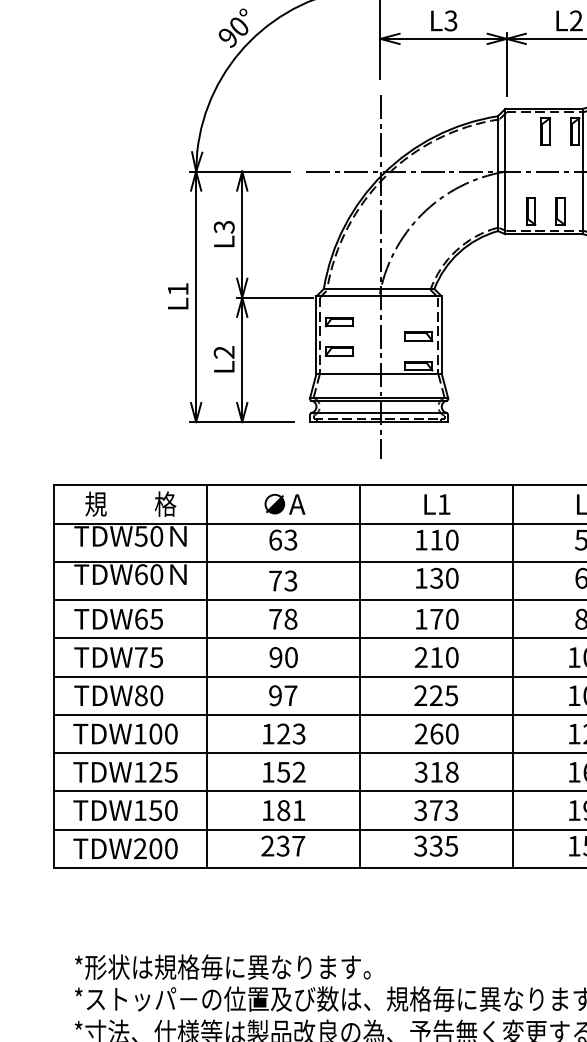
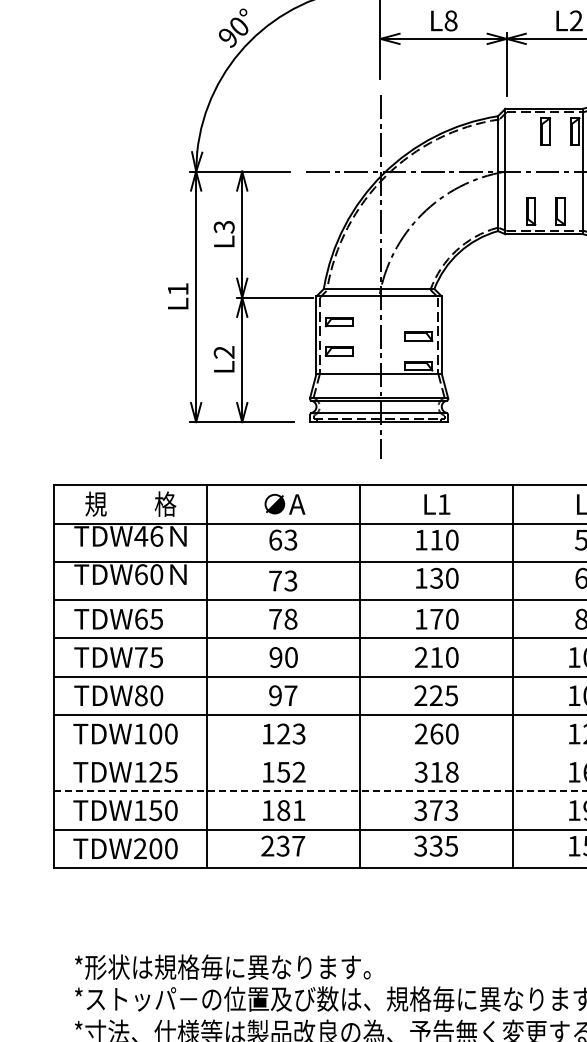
text at (450, 20): L3 -> L8
text at (148, 535): TDW50 -> TDW46
line at (318, 753): present -> none
line at (320, 791): solid -> dashed
